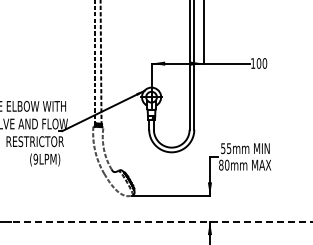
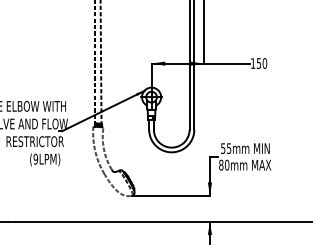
text at (258, 63): 100 -> 150
line at (162, 221): dashed -> solid
